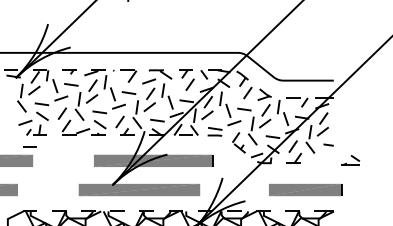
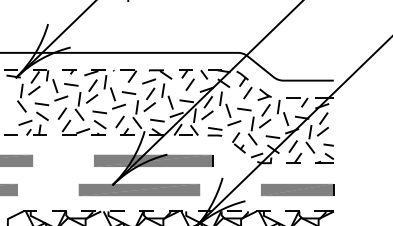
line at (29, 146) position: (29, 146) -> (10, 134)
part at (350, 160) position: (350, 160) -> (324, 158)
part at (305, 189) position: (305, 189) -> (297, 189)
